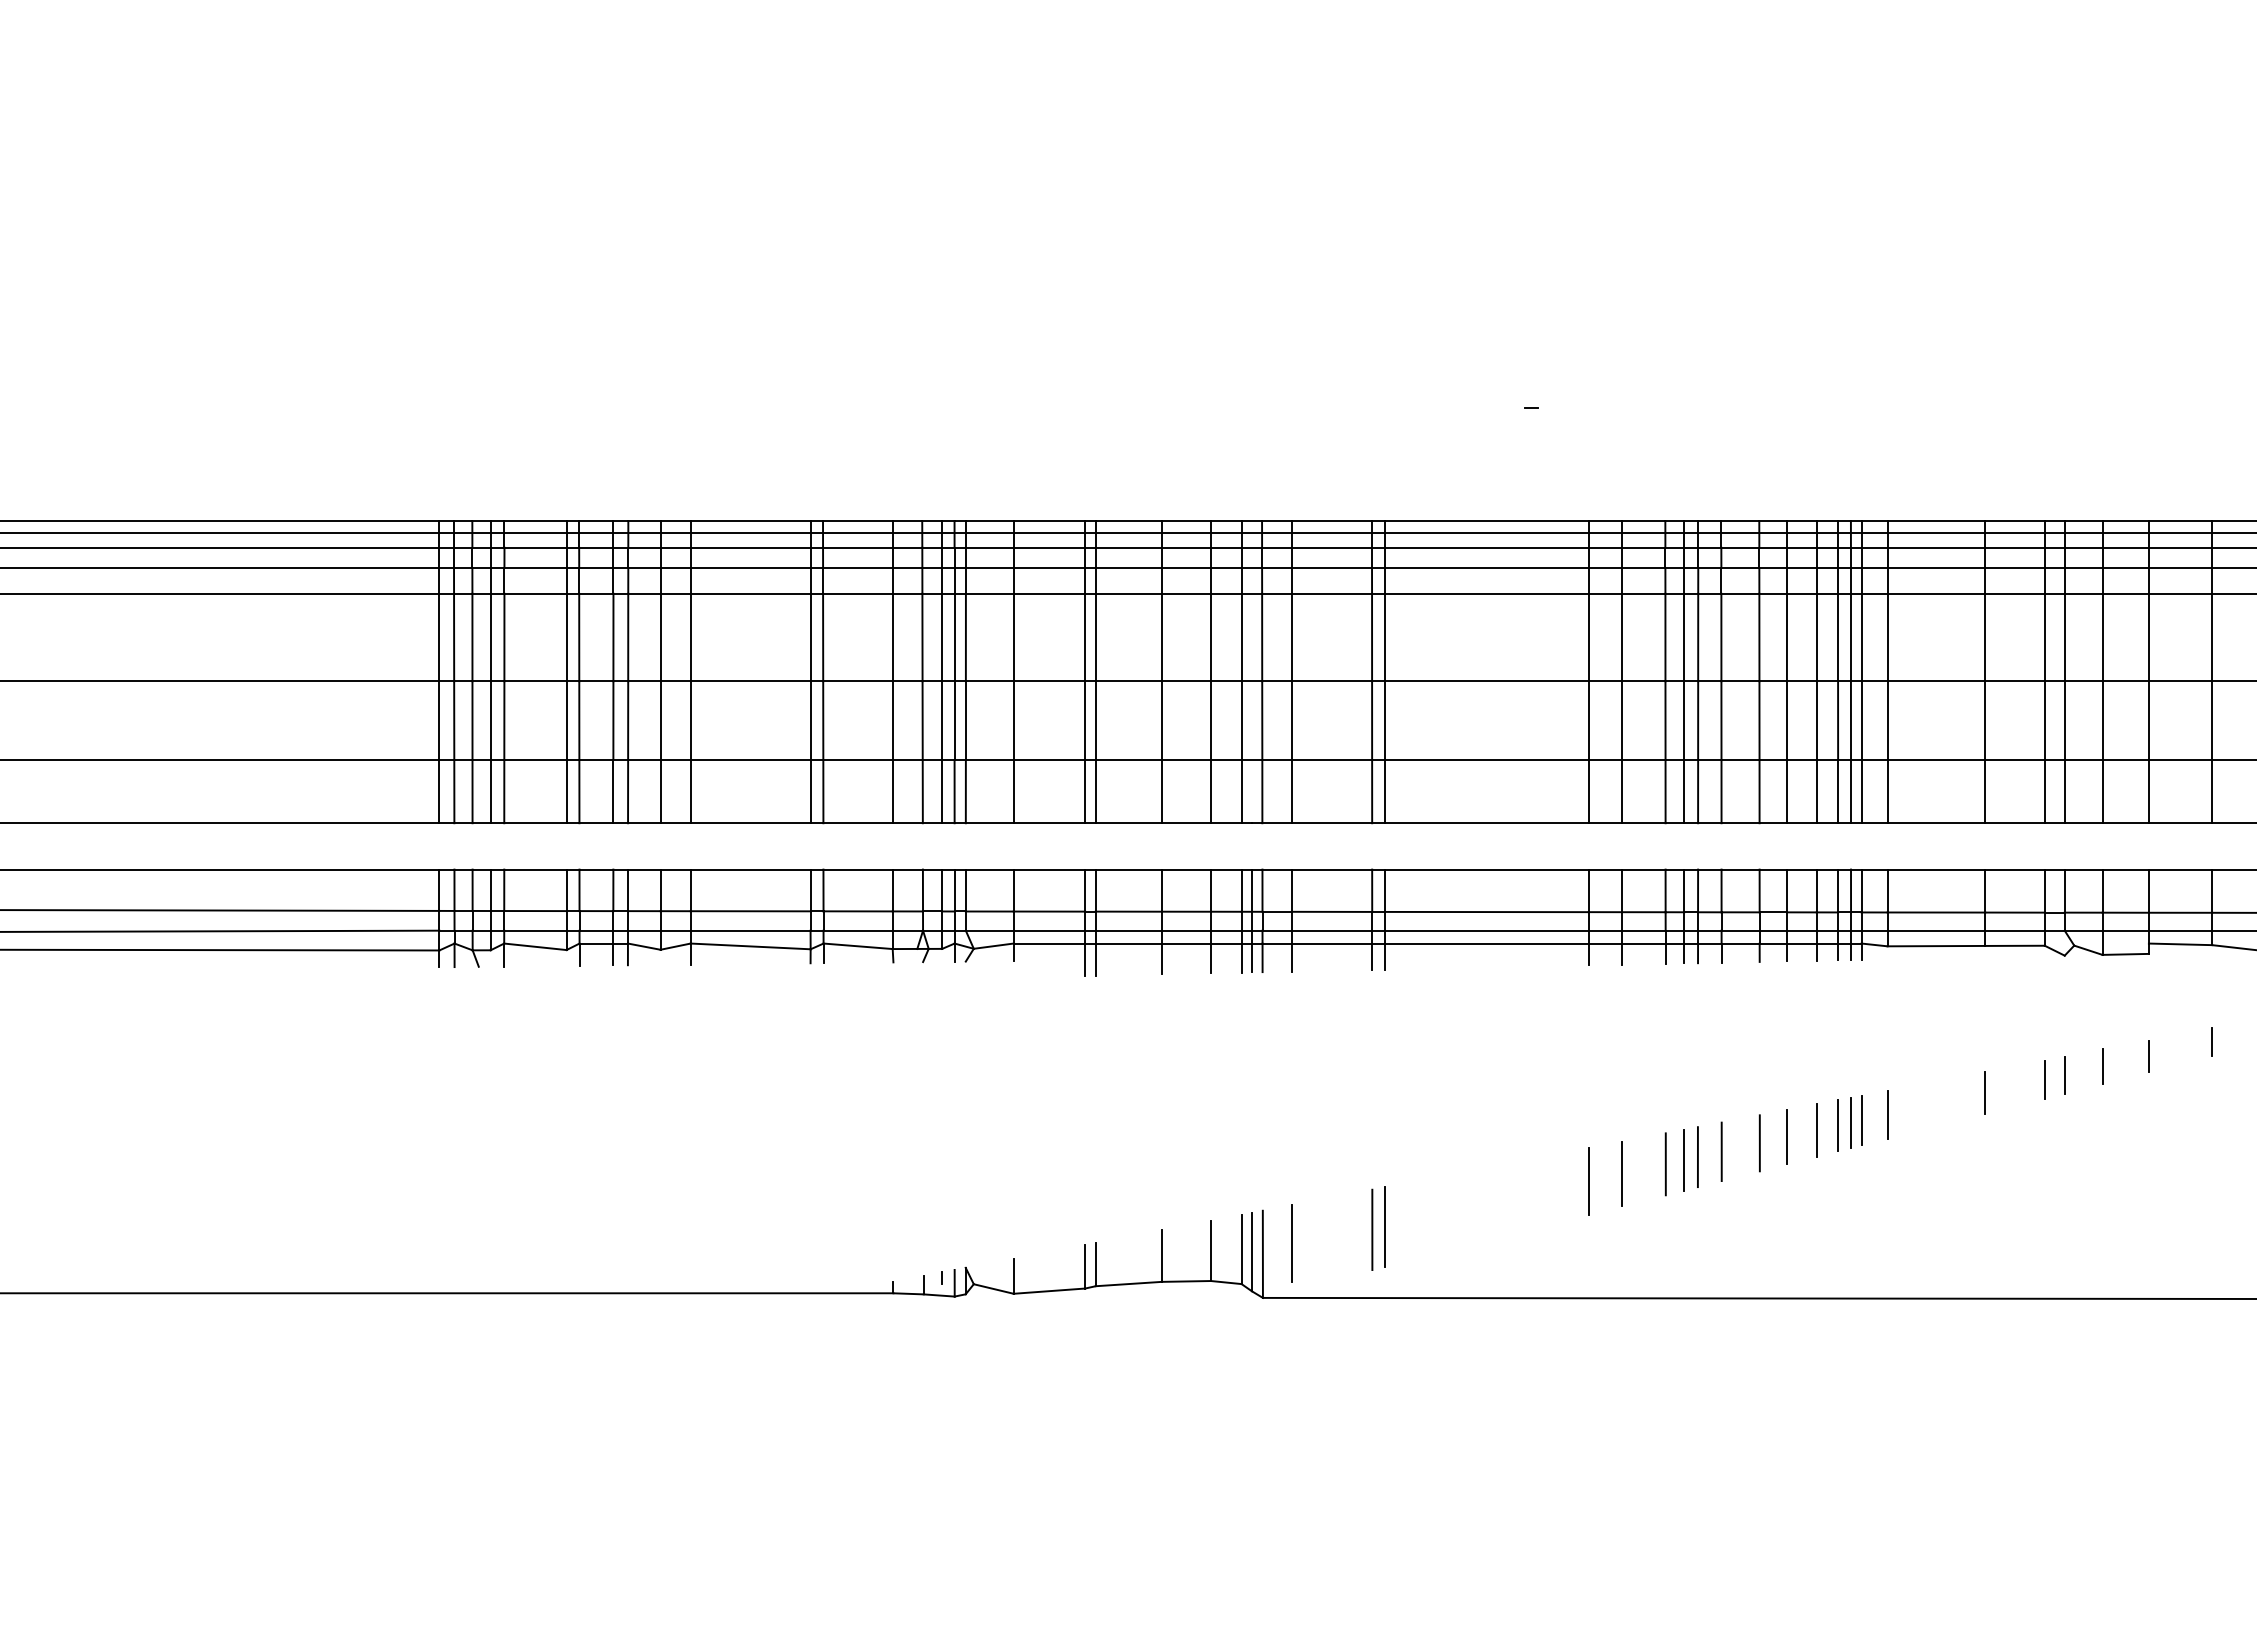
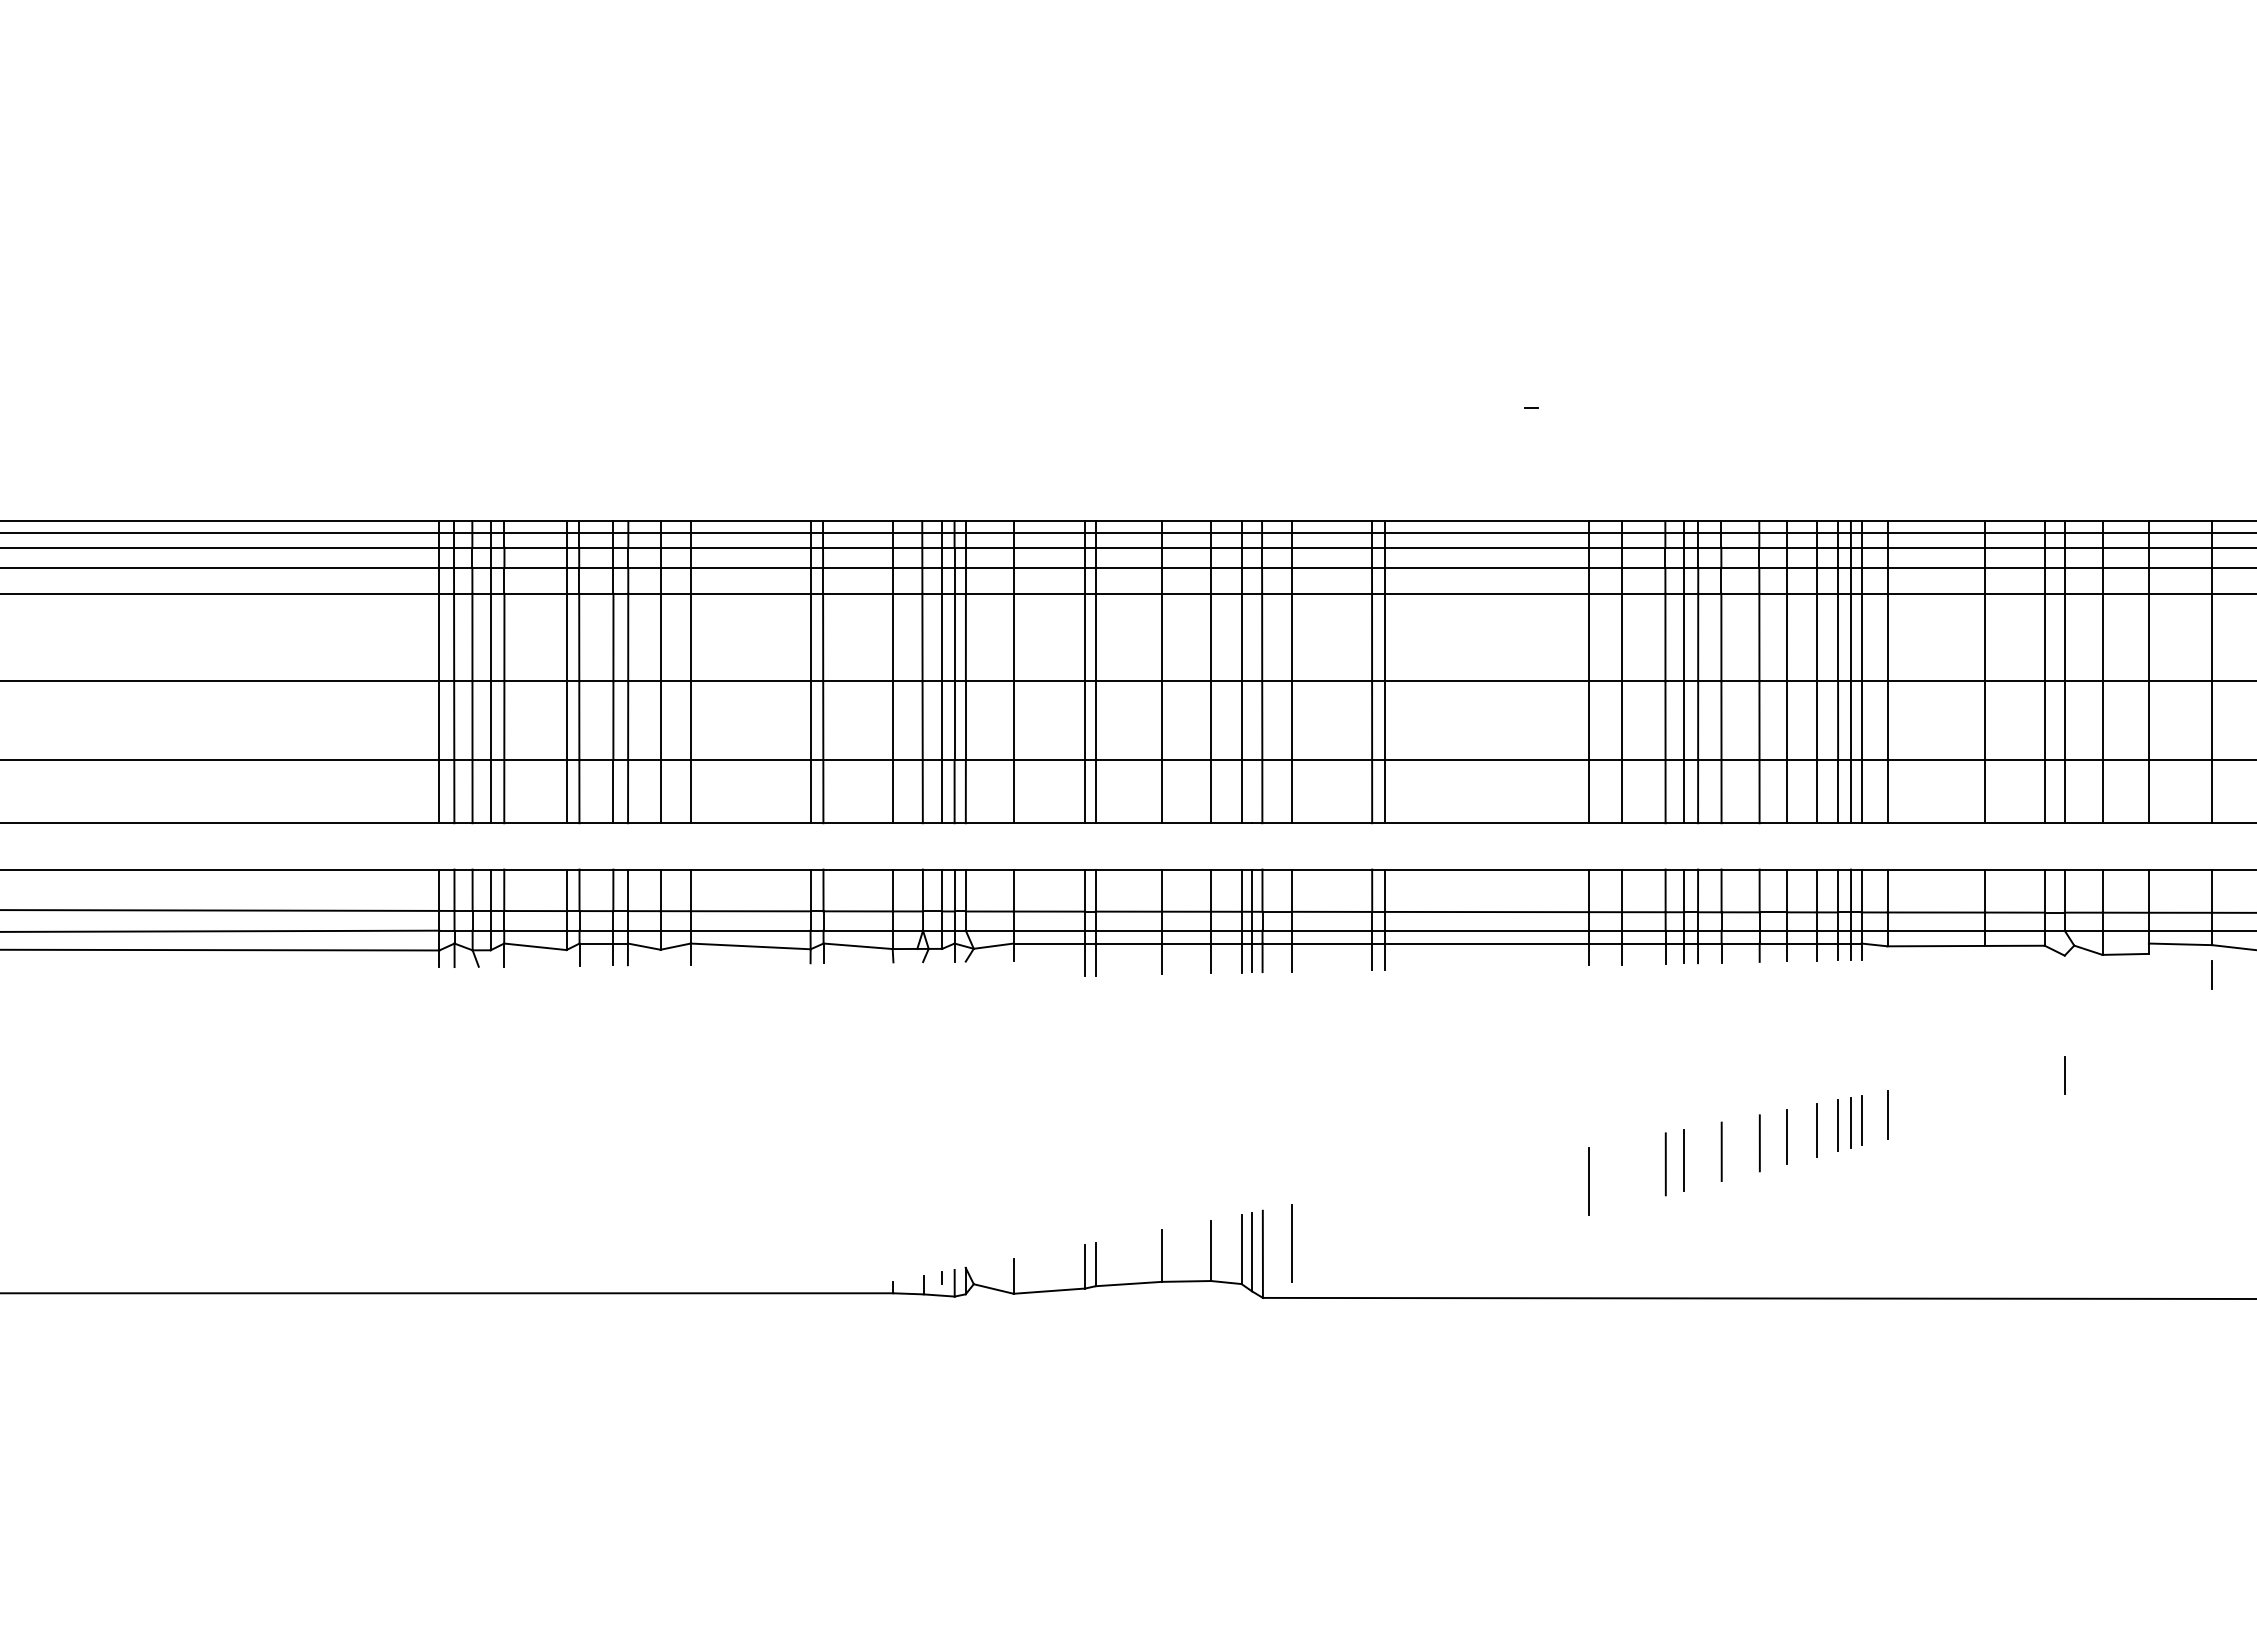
line at (2211, 1041) position: (2211, 1041) -> (2211, 974)
line at (2148, 1056): present -> none
line at (2102, 1066): present -> none
line at (2044, 1079): present -> none
line at (1985, 1092): present -> none
line at (1697, 1157): present -> none
line at (1621, 1173): present -> none
line at (1385, 1226): present -> none
line at (1372, 1229): present -> none
